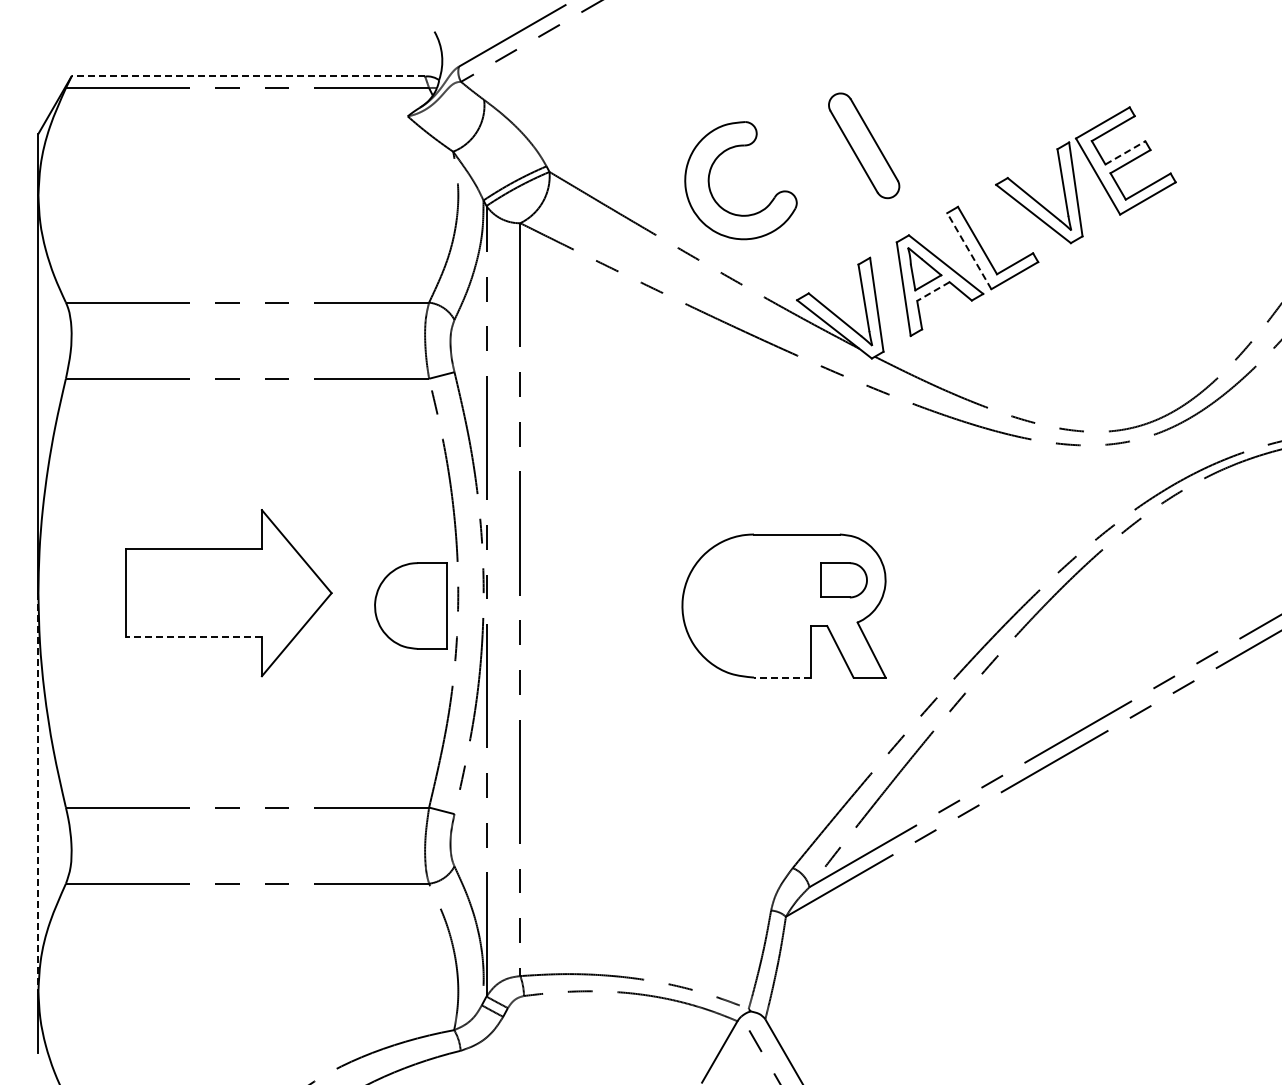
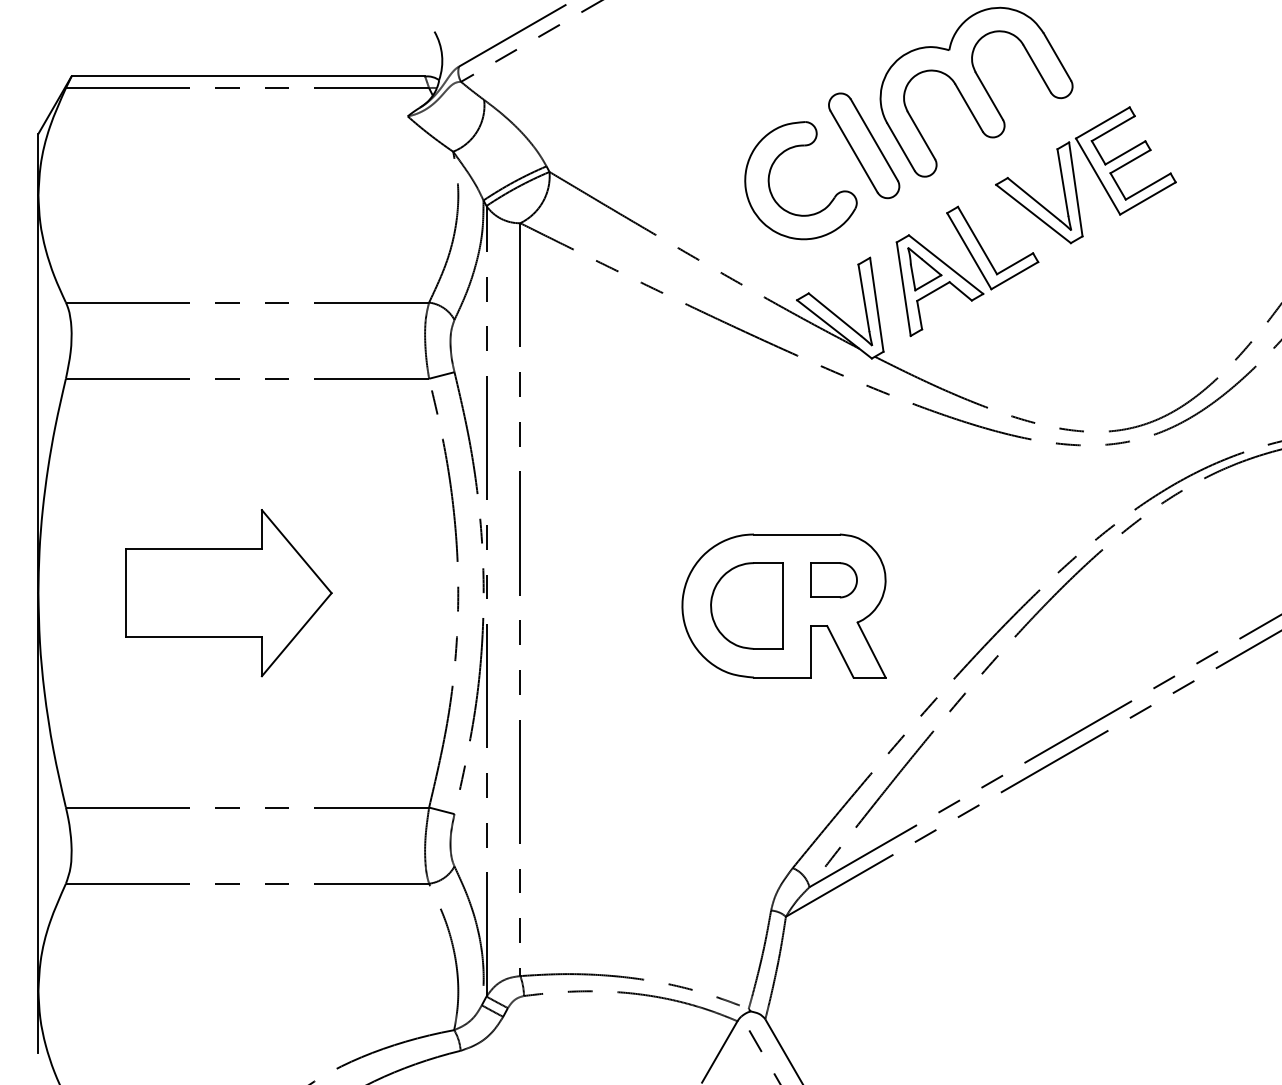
line at (248, 76): dashed -> solid
part at (976, 91): none -> present
line at (1125, 152): dashed -> solid
part at (710, 174) position: (710, 174) -> (770, 174)
line at (969, 251): dashed -> solid
line at (933, 291): dashed -> solid
part at (843, 580) position: (843, 580) -> (833, 580)
part at (410, 605) position: (410, 605) -> (746, 605)
line at (194, 637): dashed -> solid
line at (782, 677): dashed -> solid
line at (38, 792): dashed -> solid
